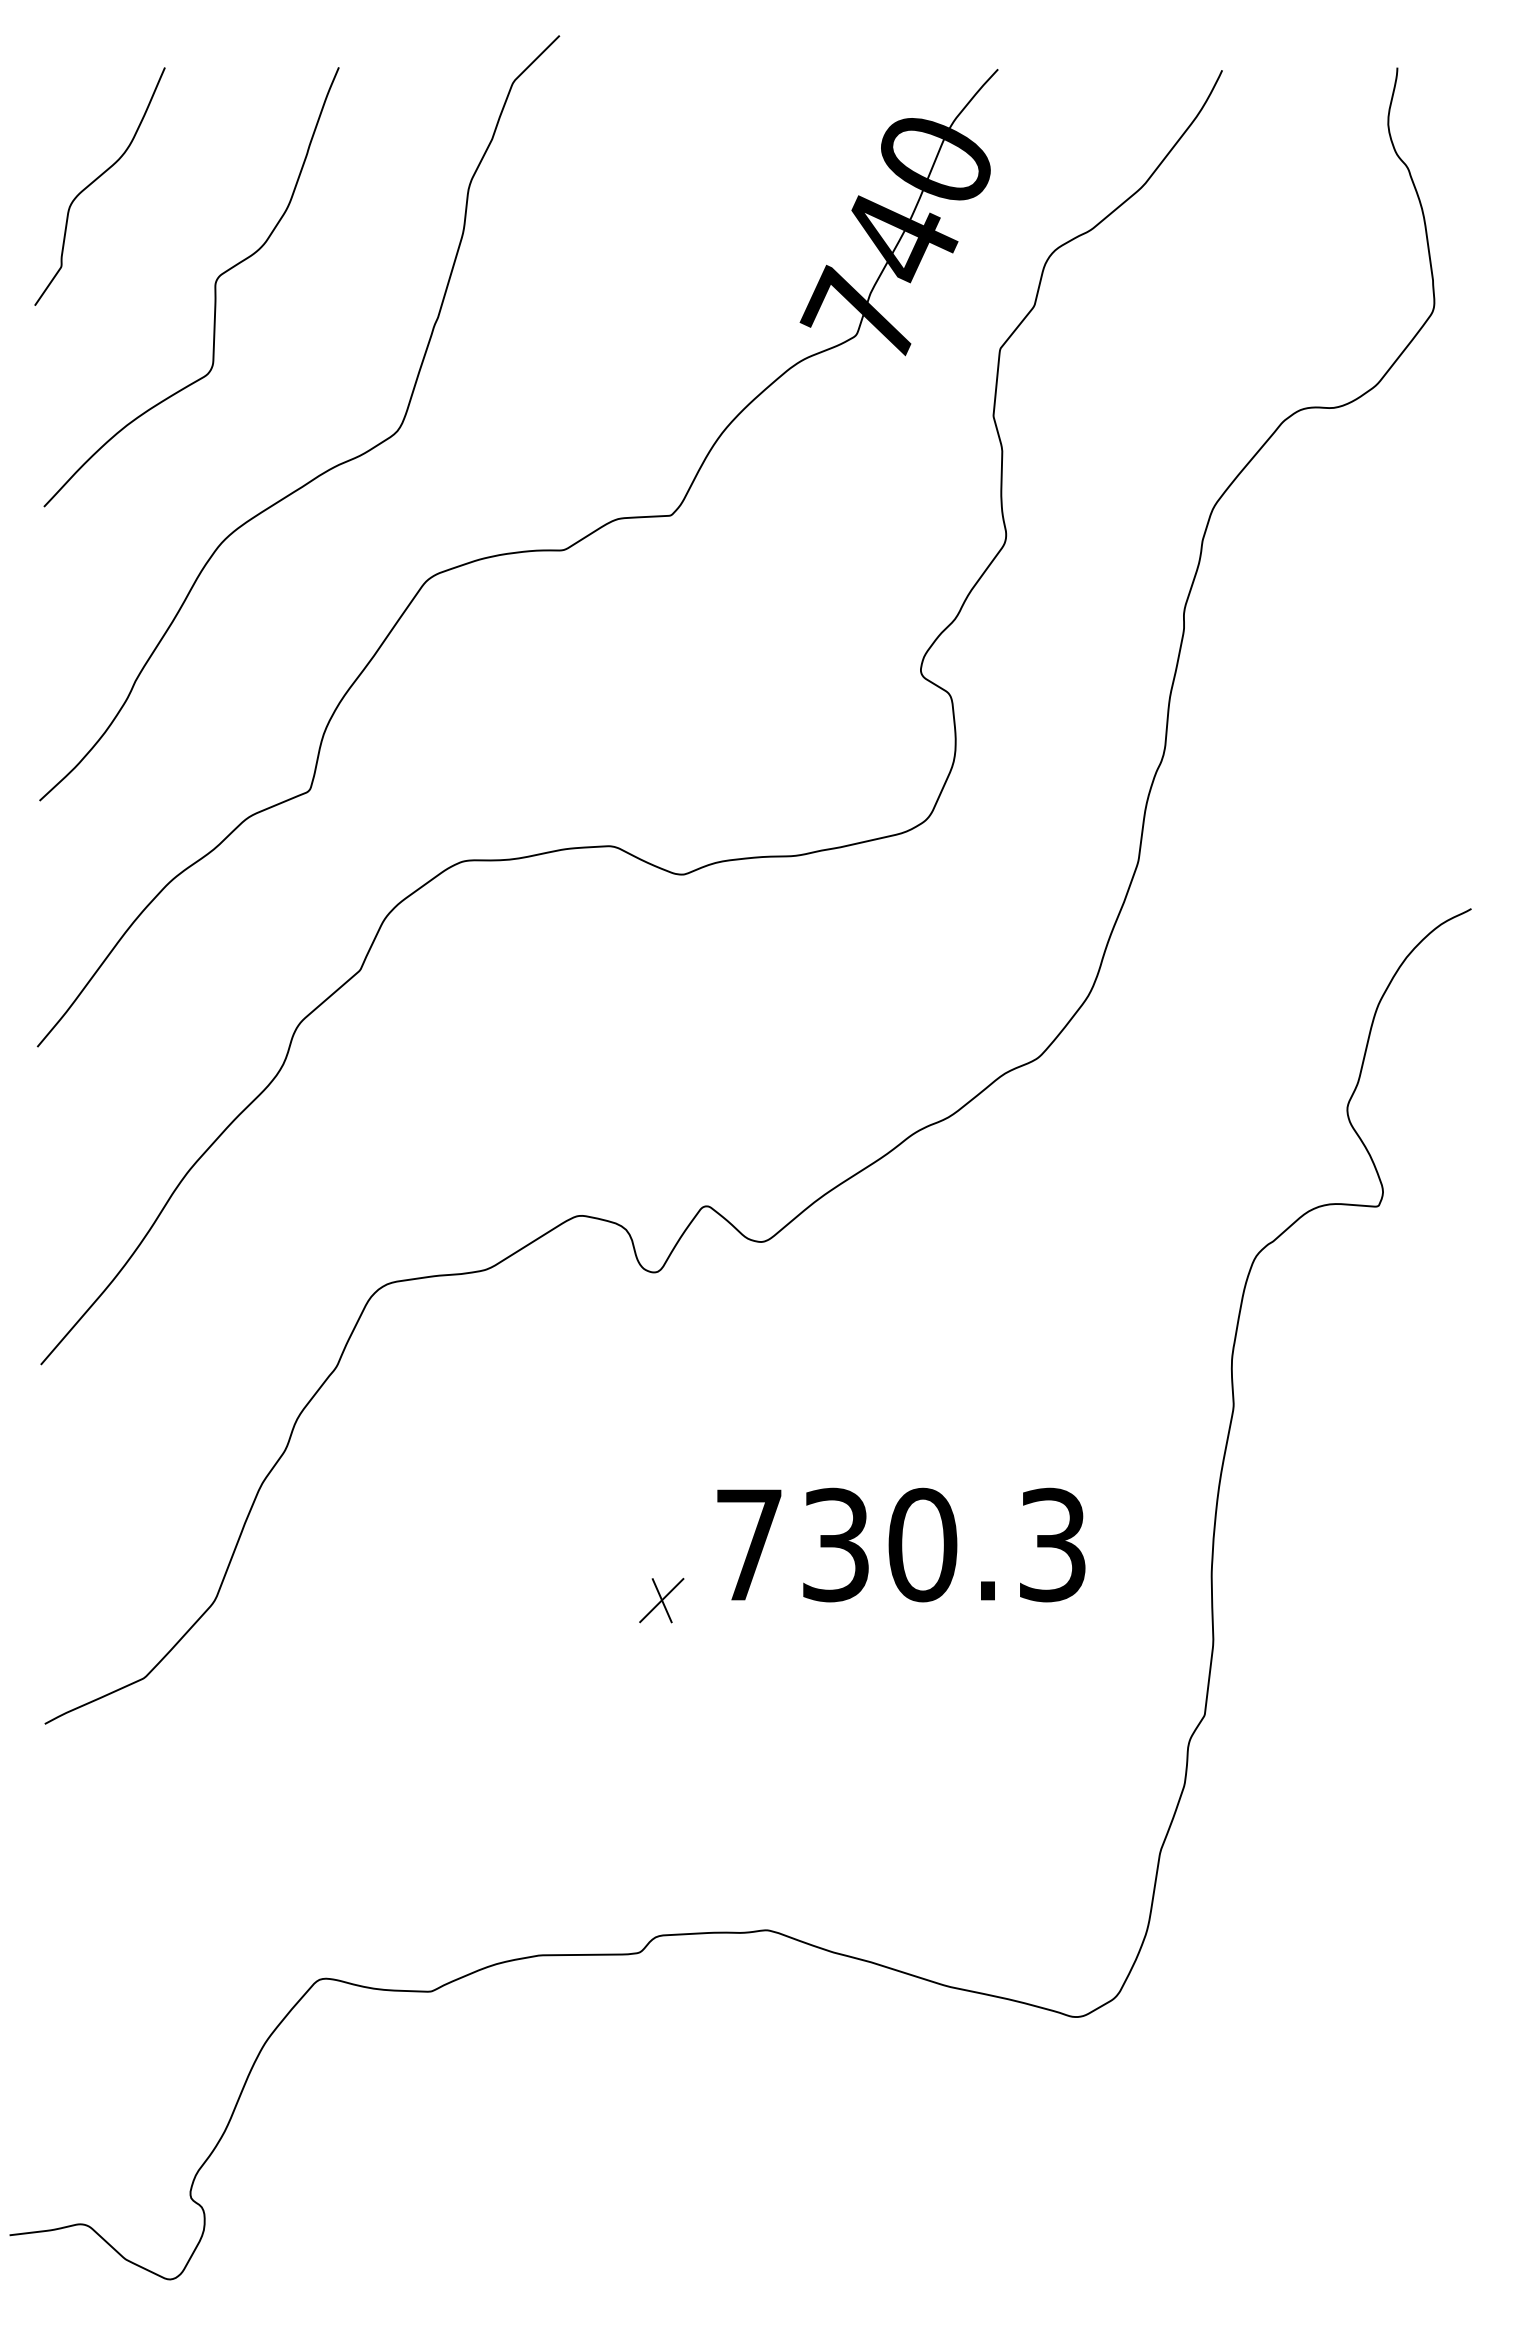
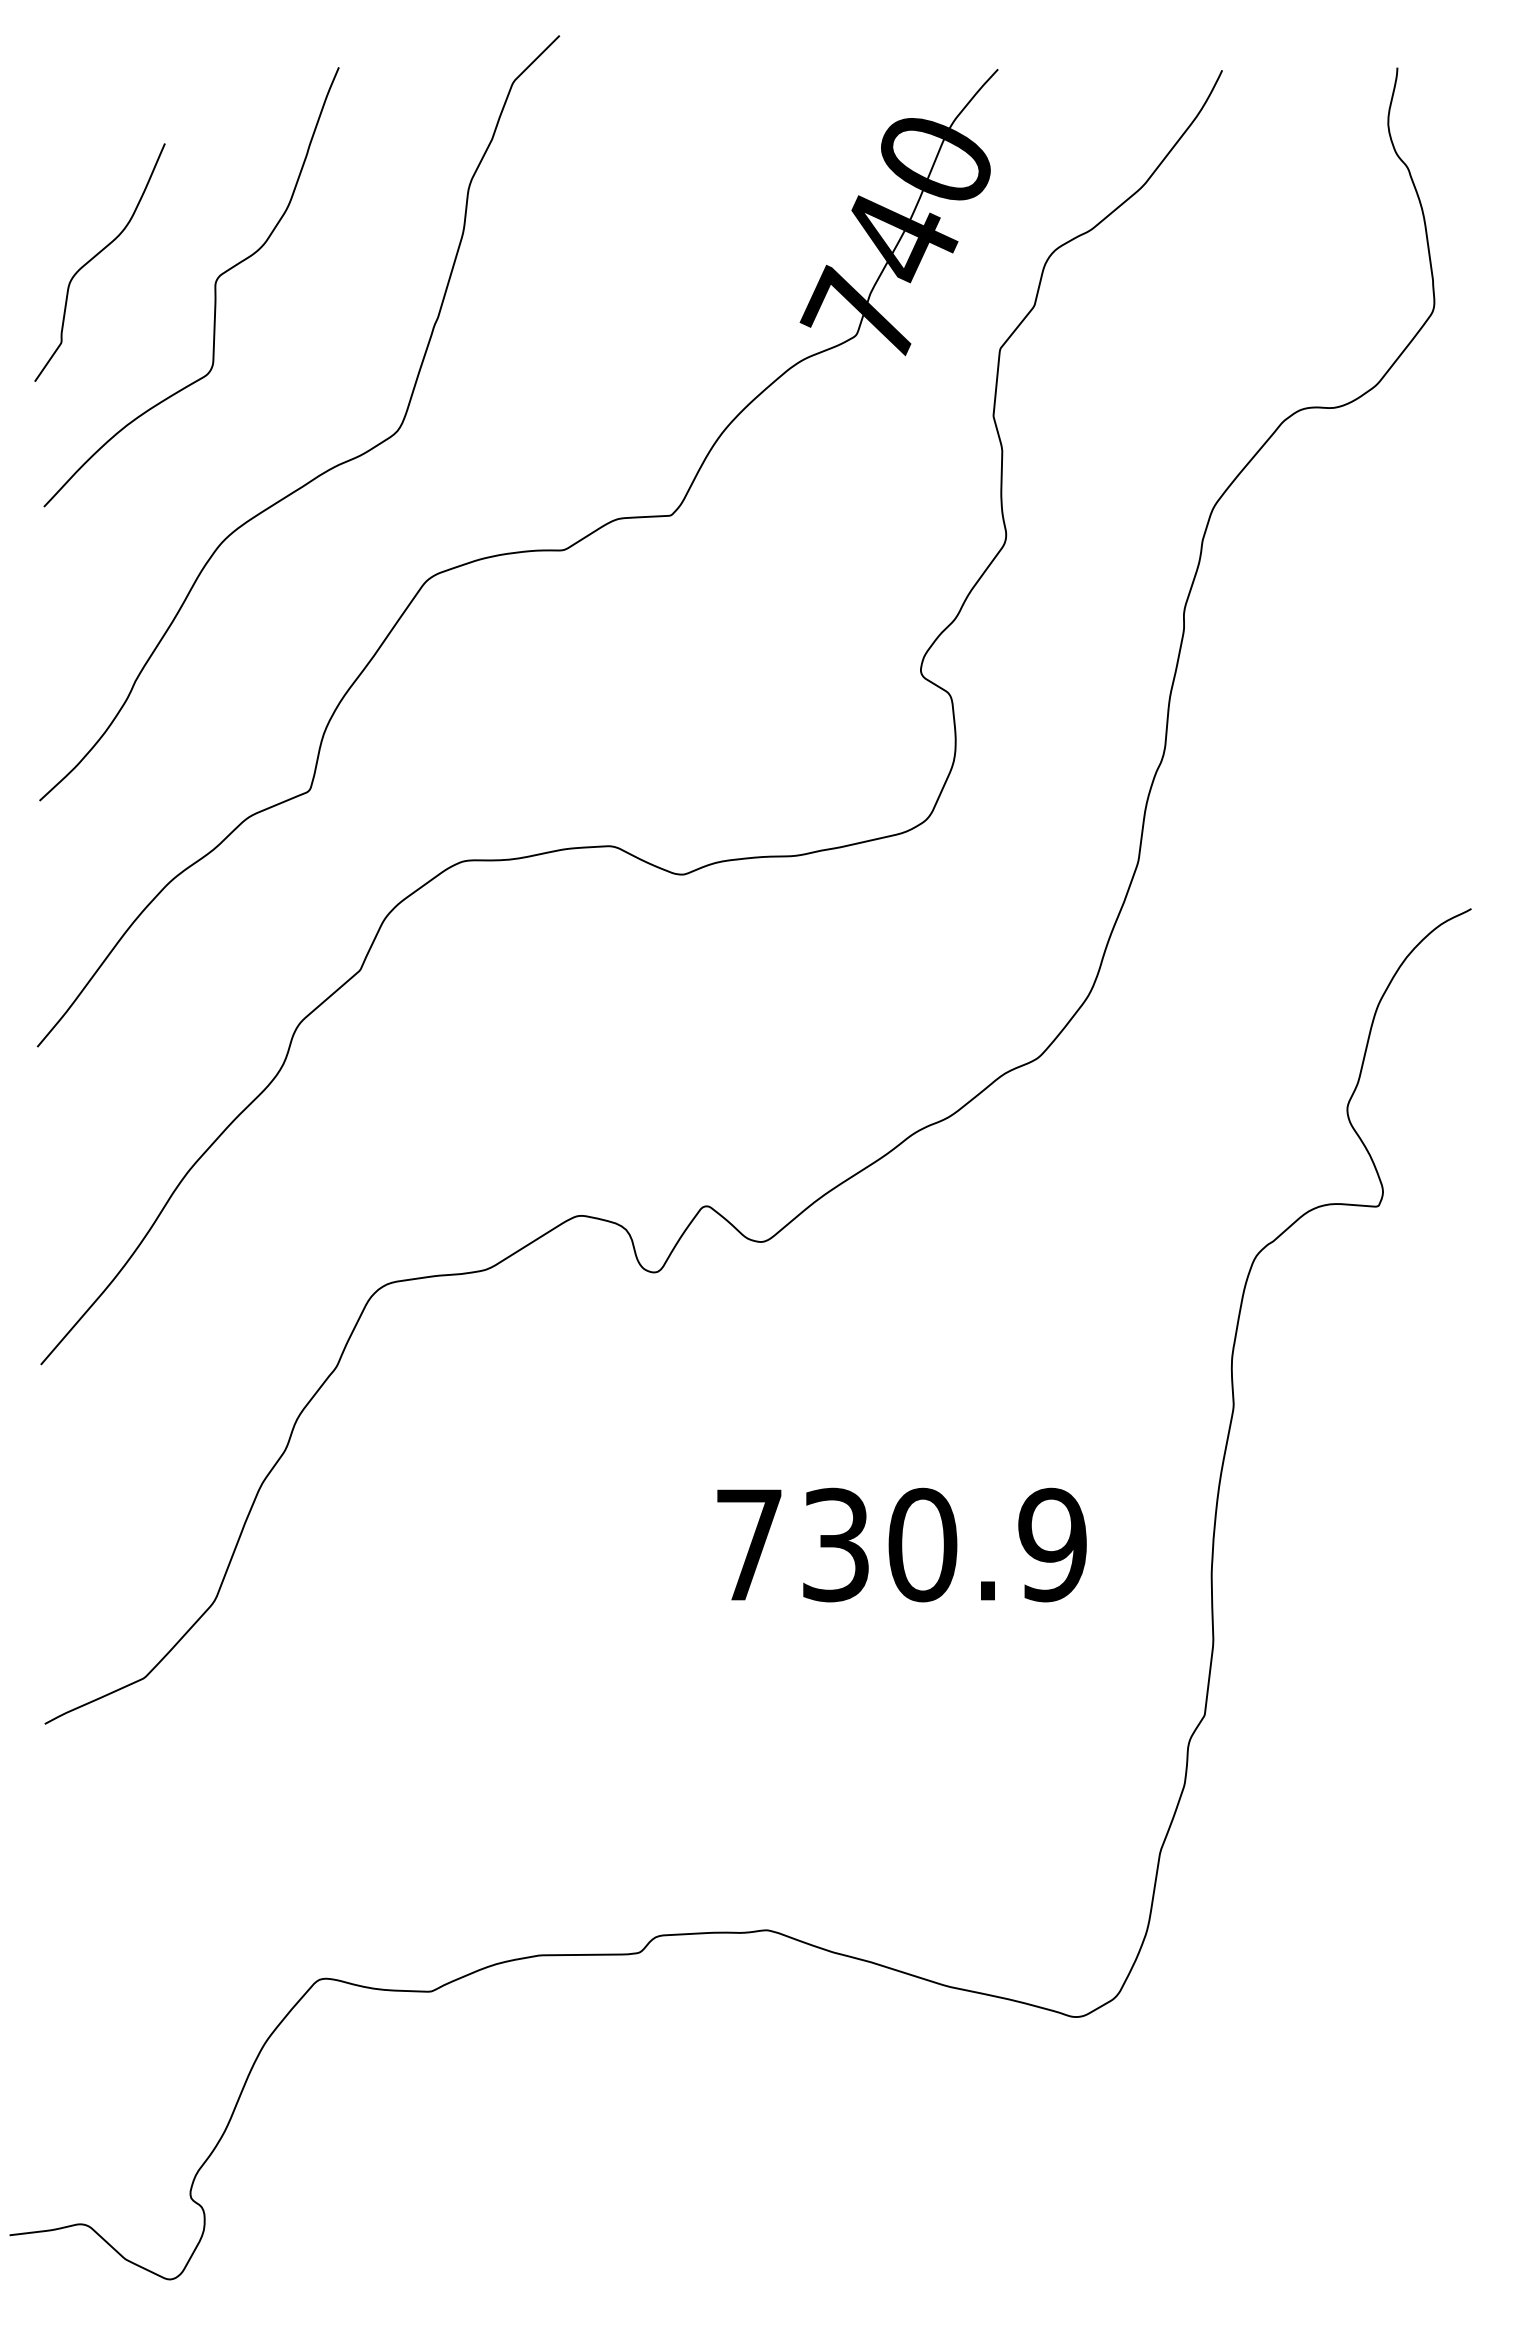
curve at (95, 181) position: (95, 181) -> (95, 257)
text at (1052, 1544): 730.3 -> 730.9
part at (661, 1600): present -> none
